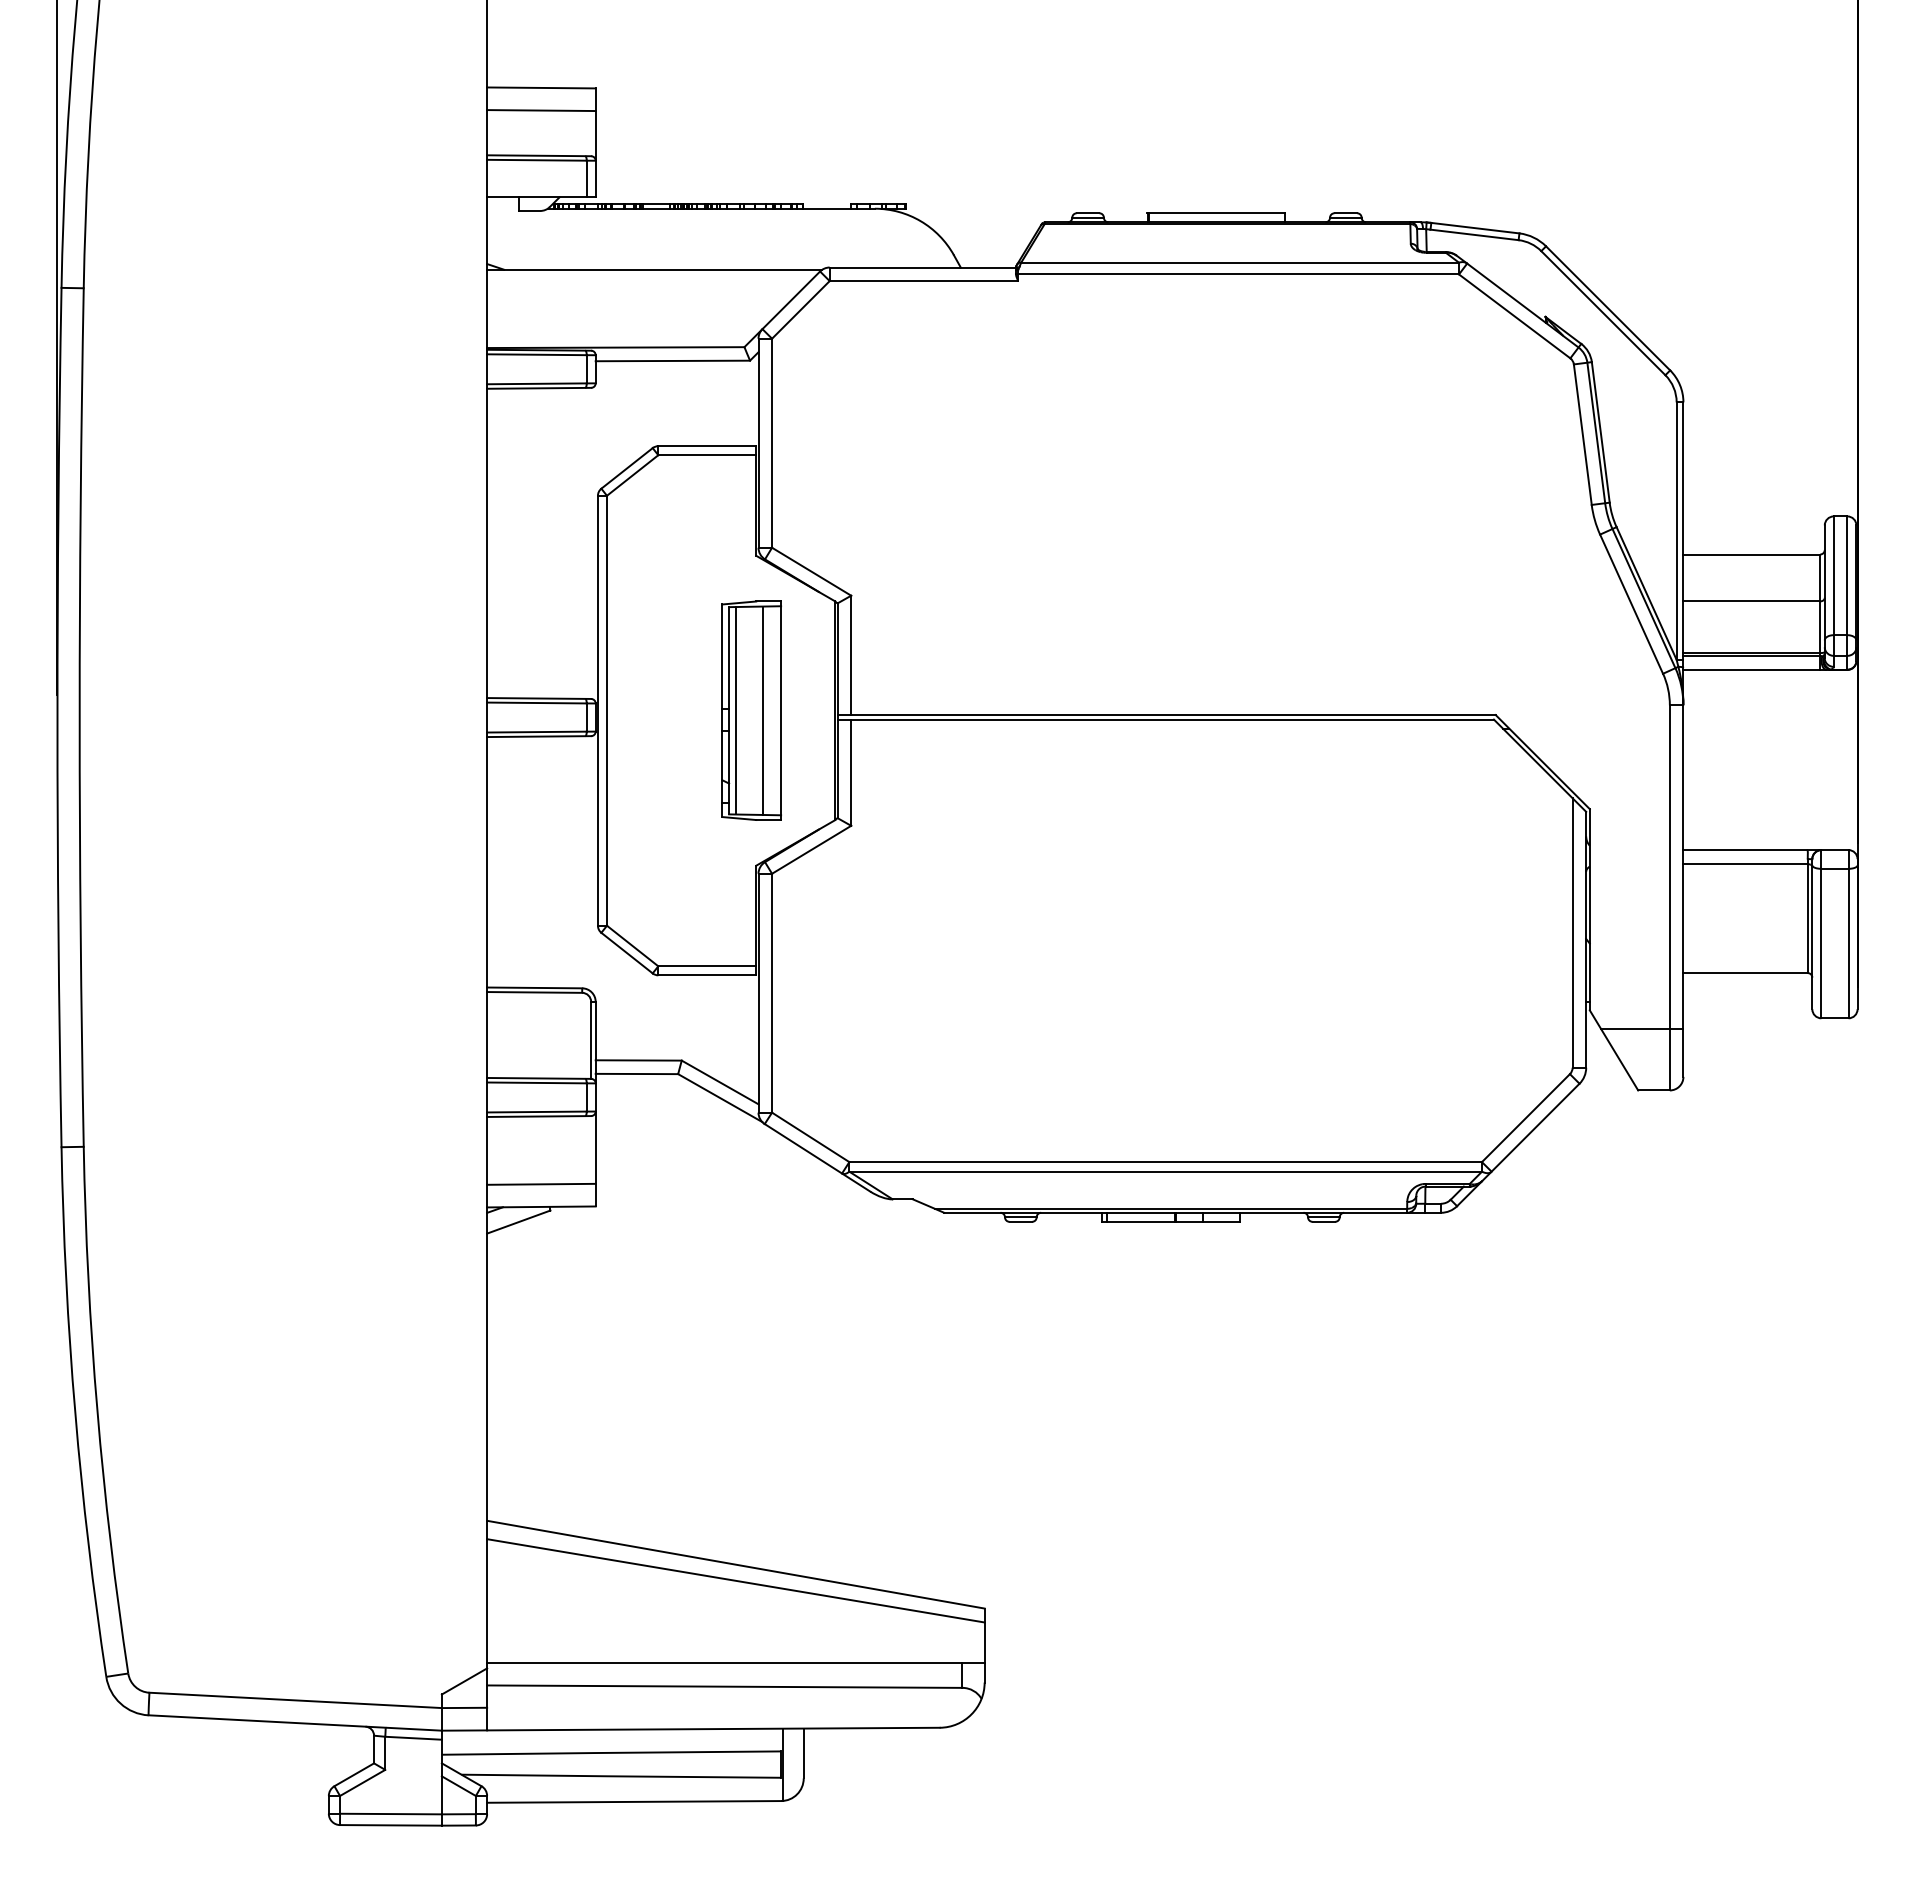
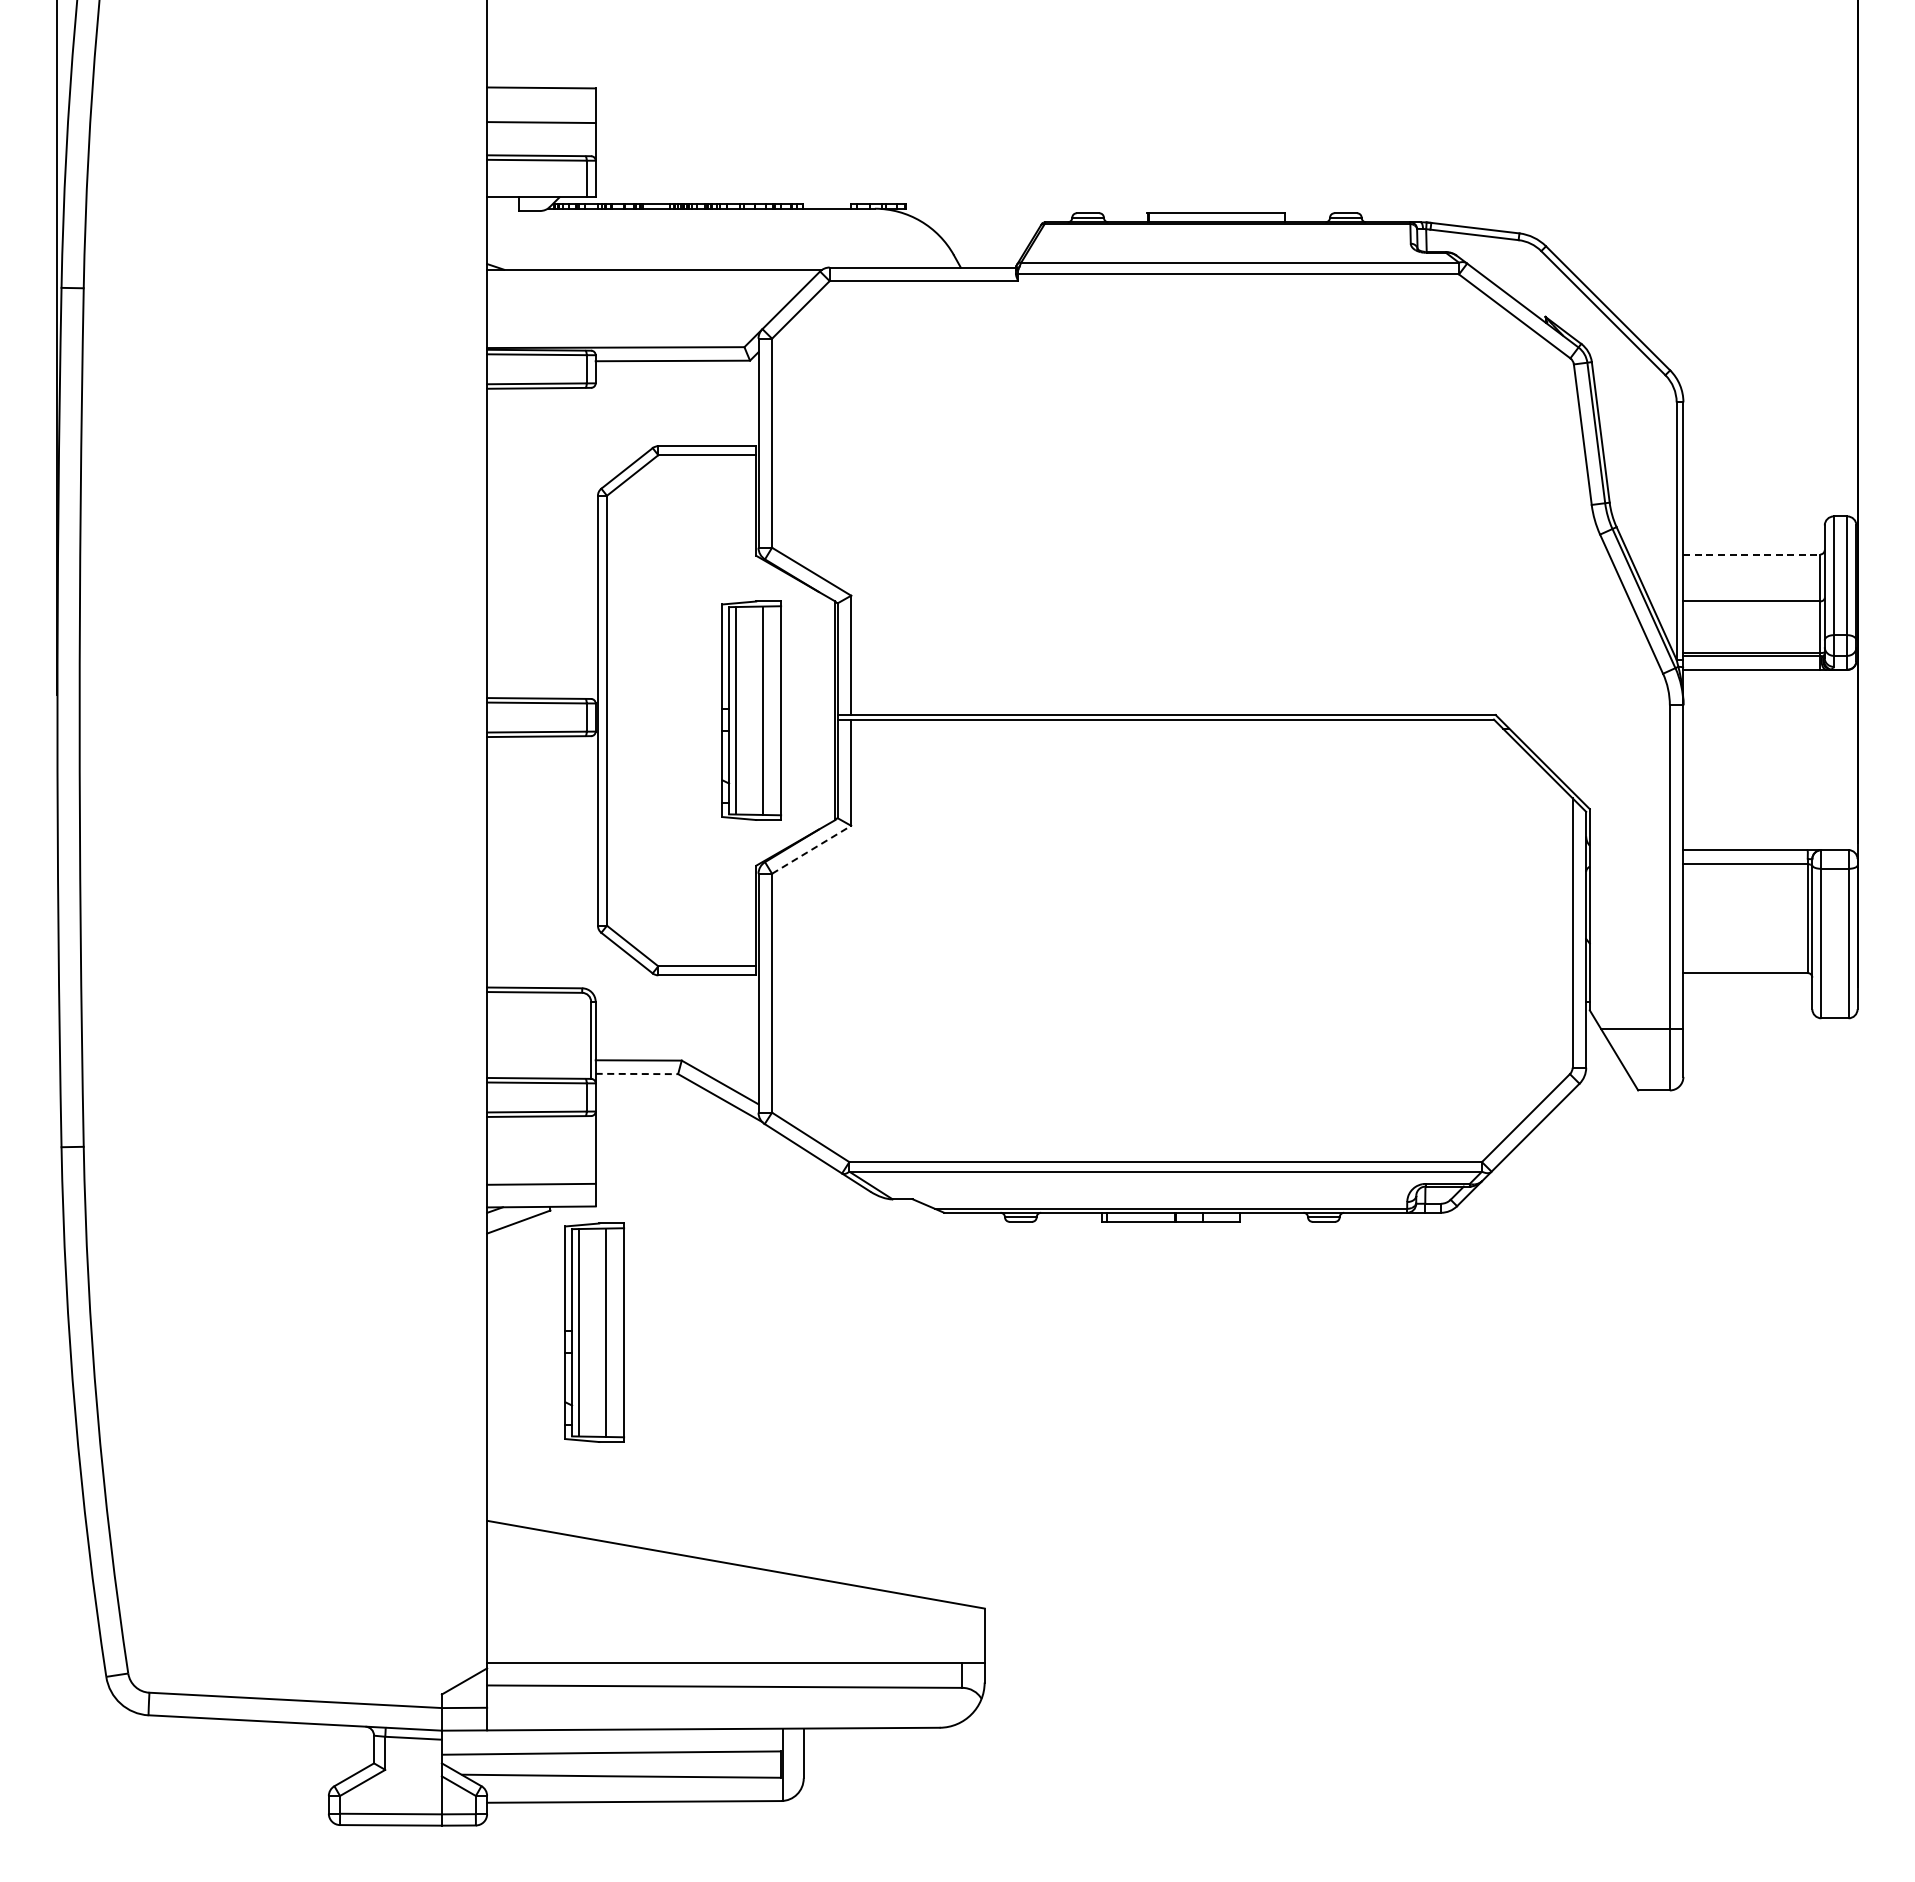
line at (541, 110) position: (541, 110) -> (541, 122)
line at (1752, 554): solid -> dashed
line at (812, 849): solid -> dashed
line at (637, 1074): solid -> dashed
part at (594, 1332): none -> present
line at (735, 1580): present -> none
